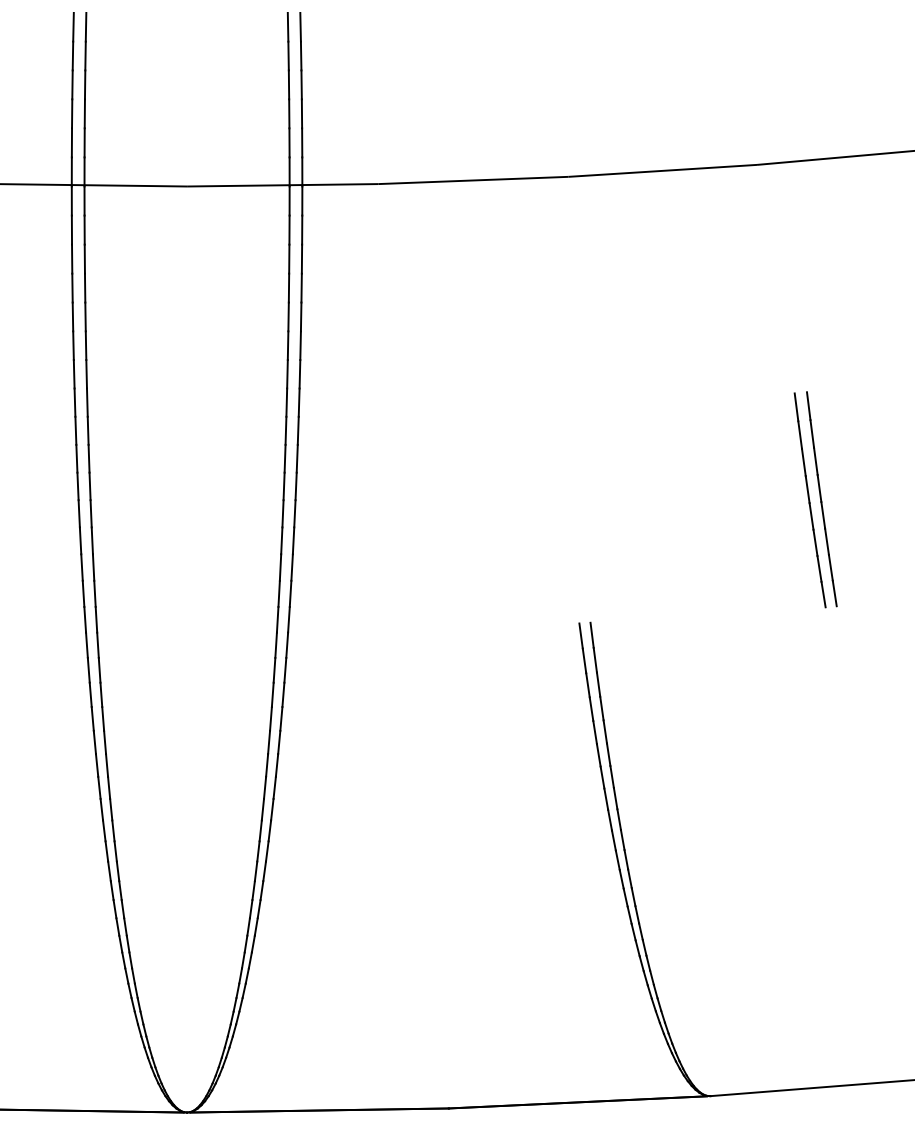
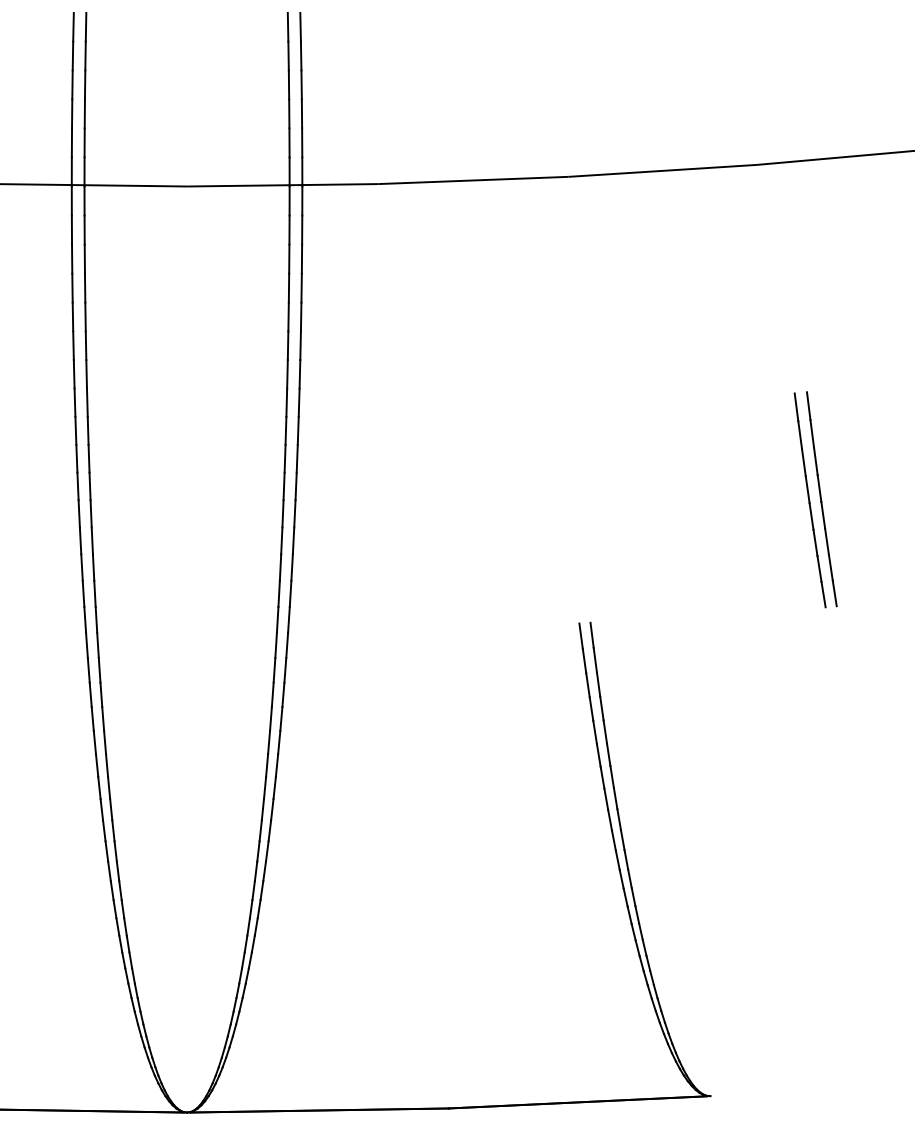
line at (810, 1088): present -> none
